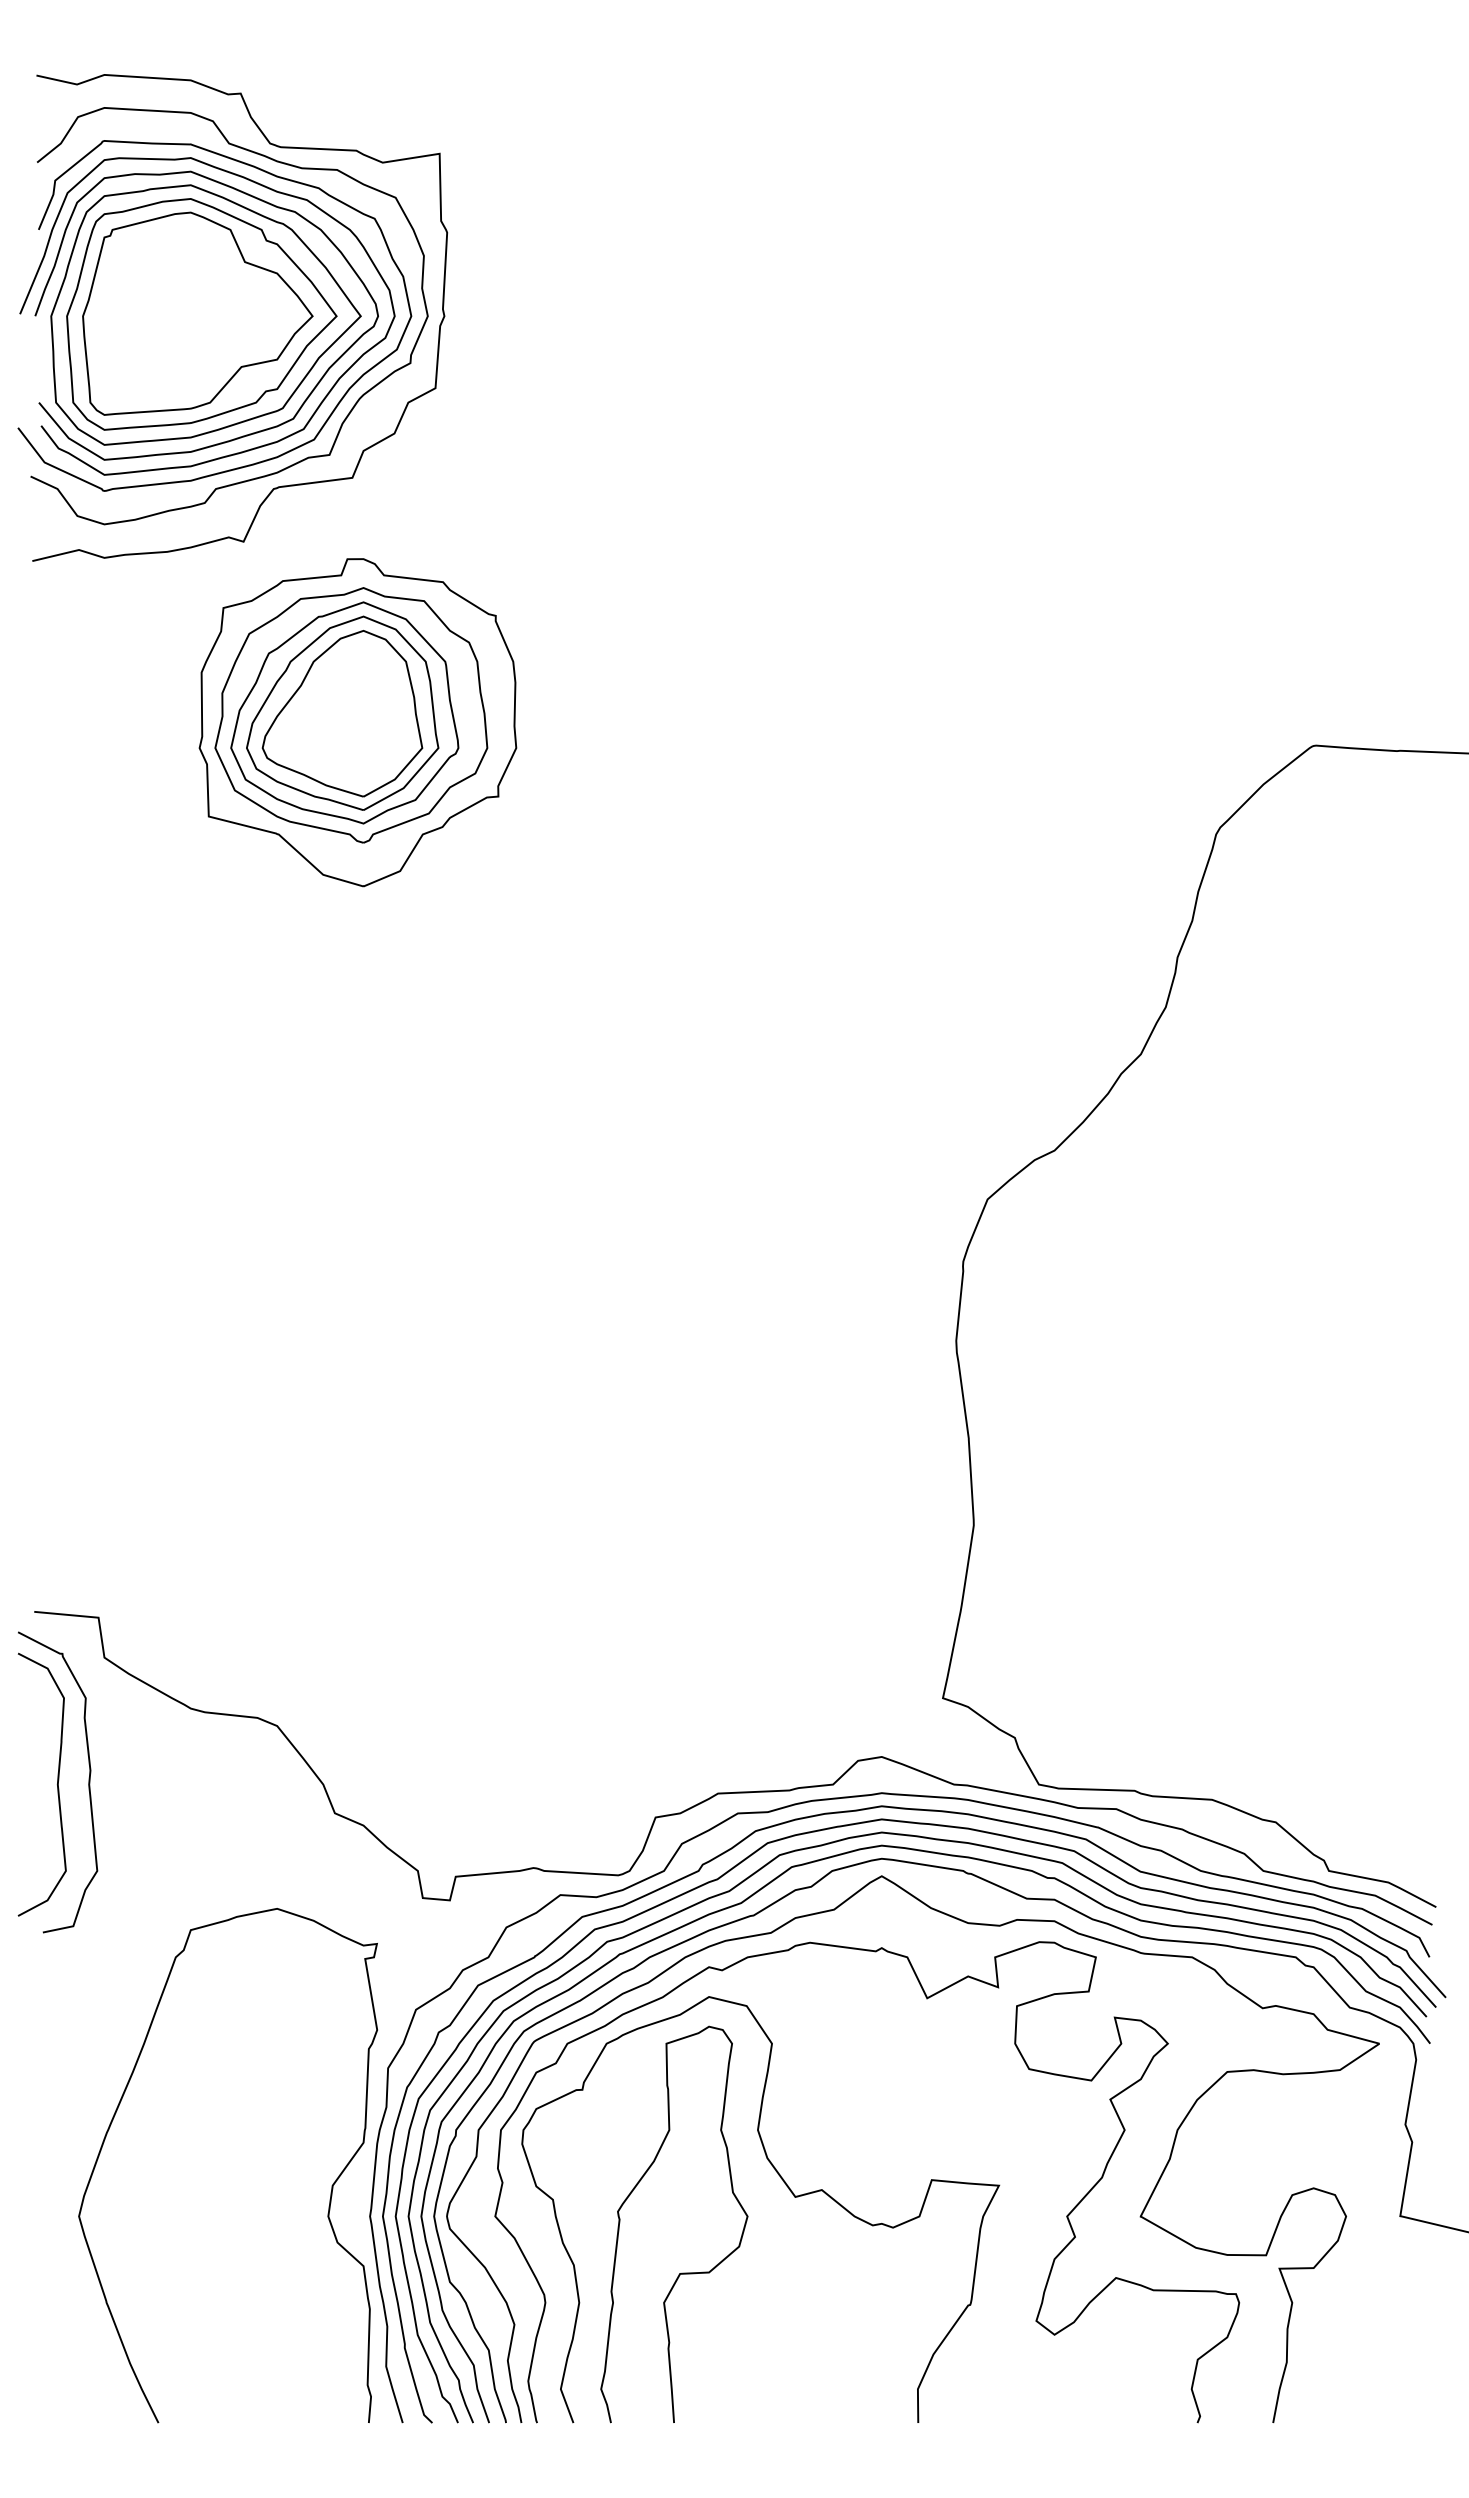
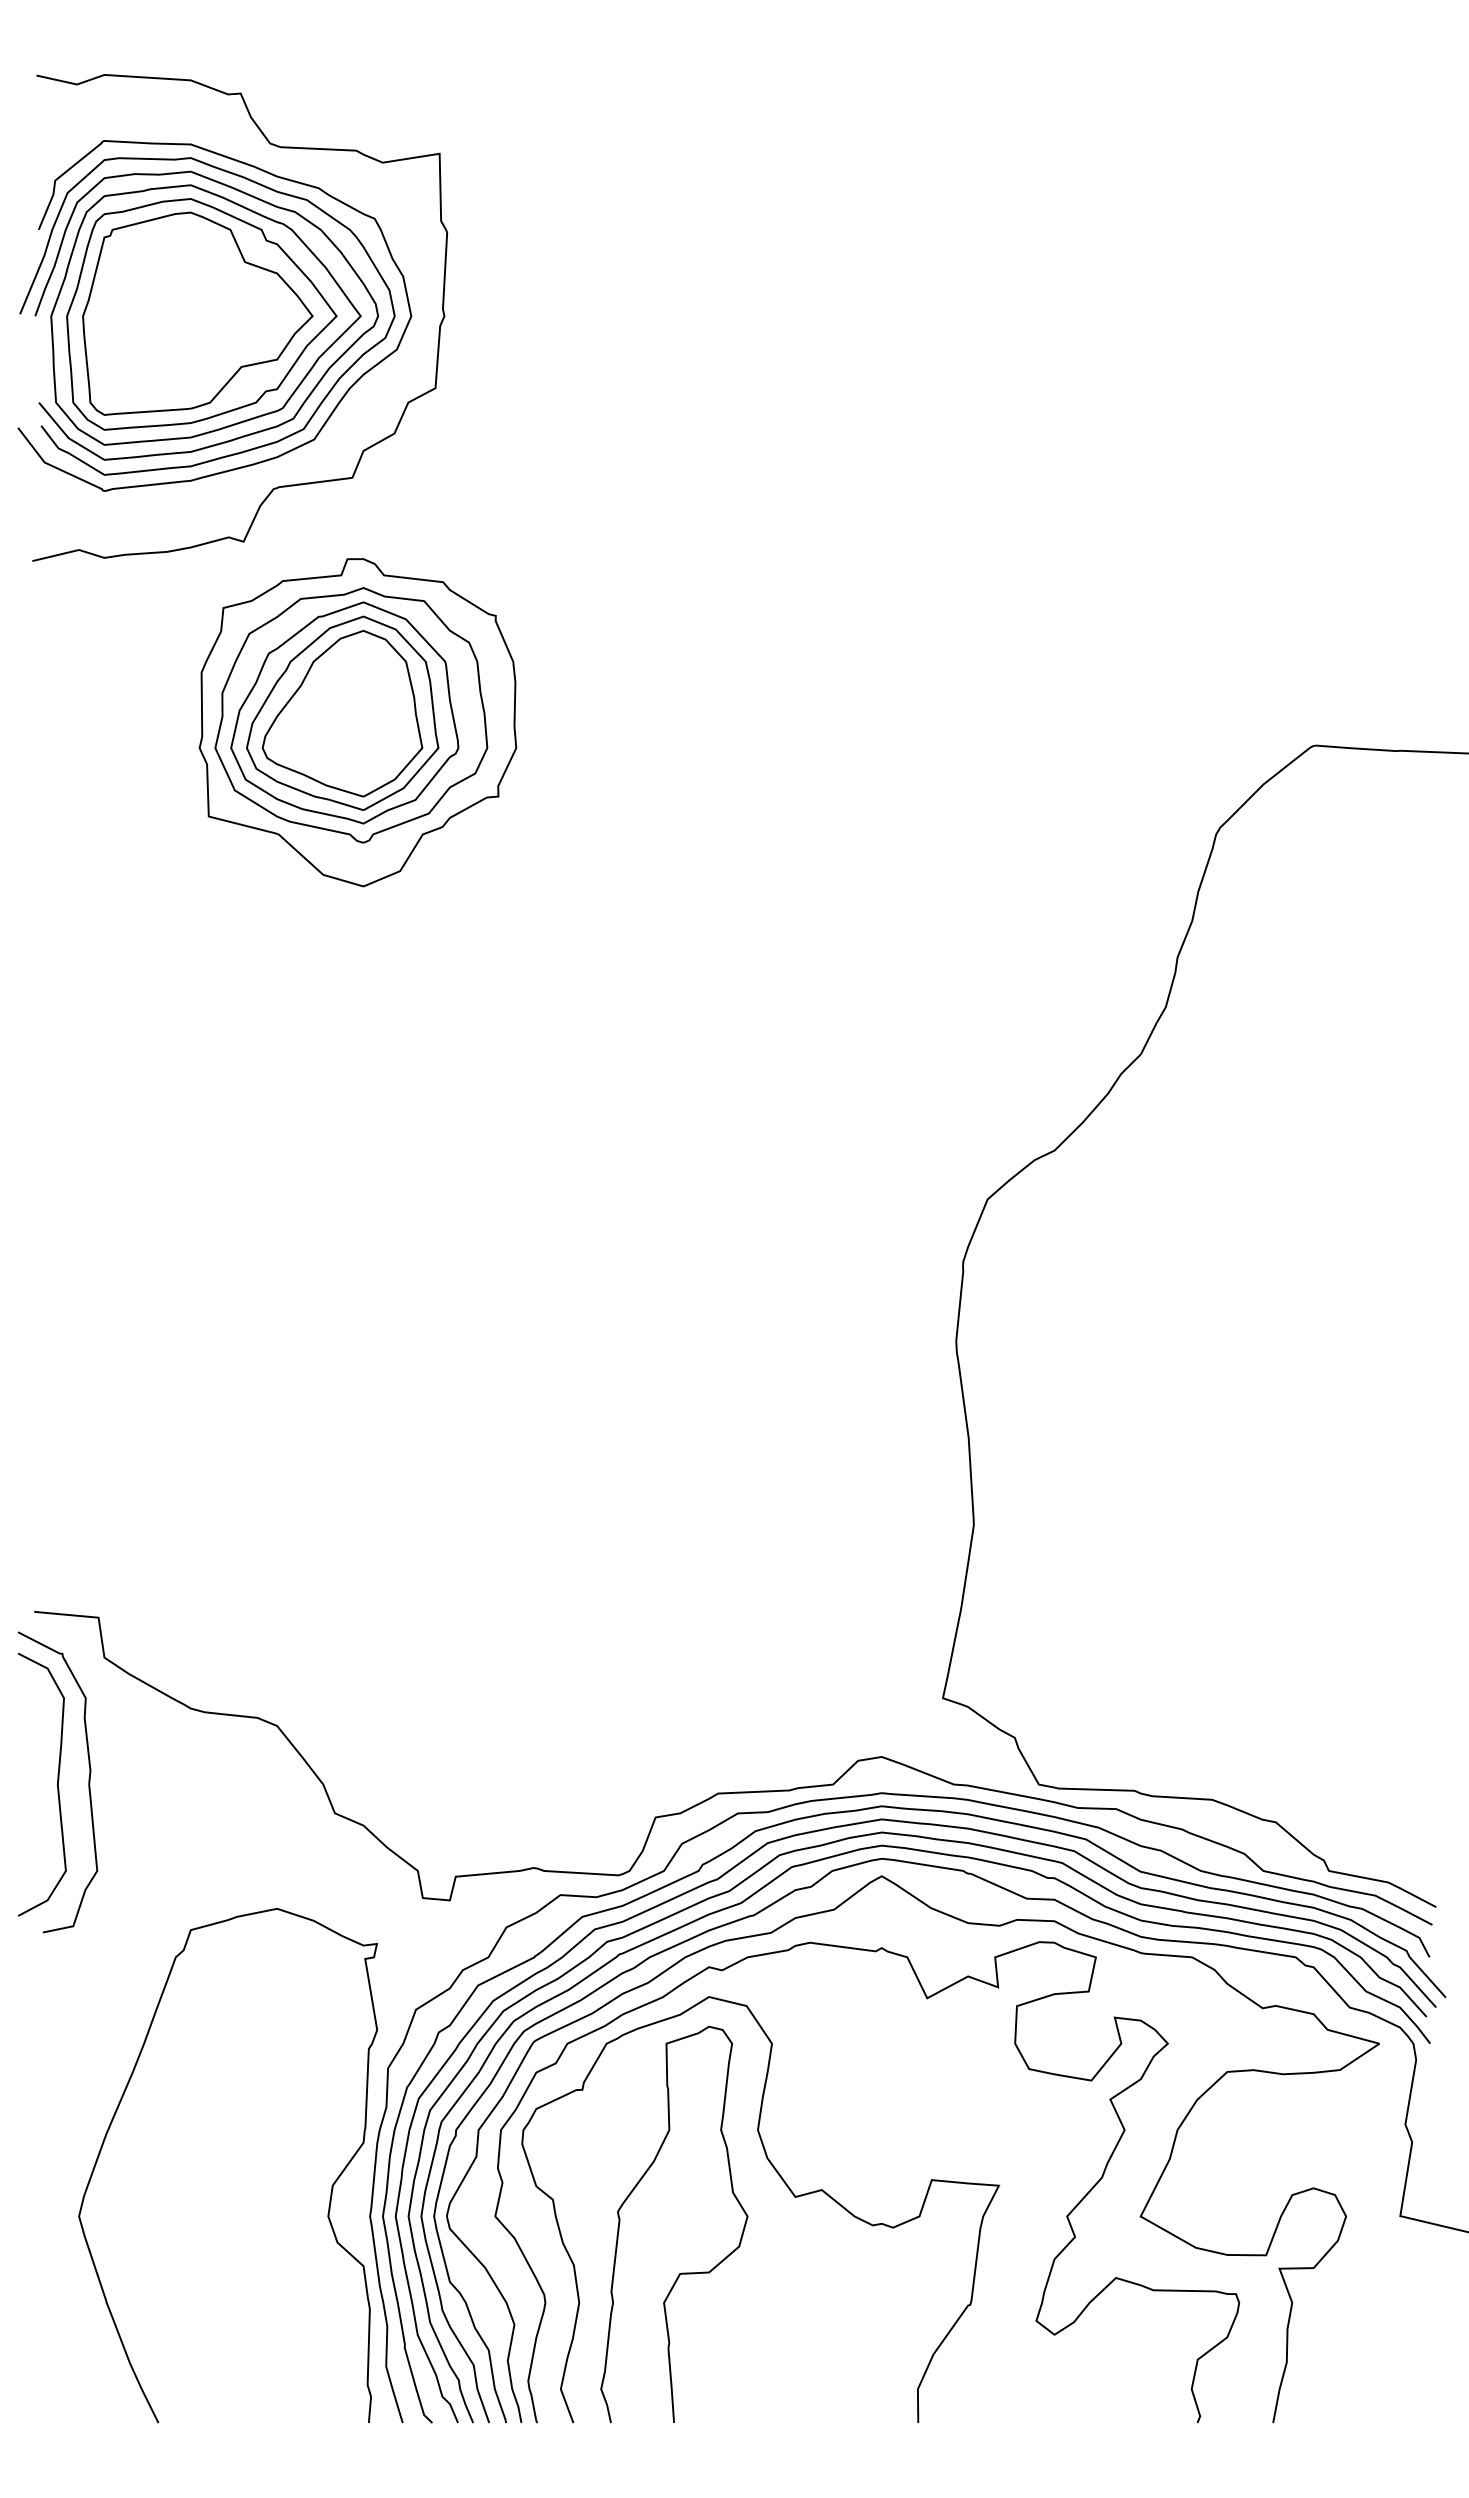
curve at (355, 402): present -> none
